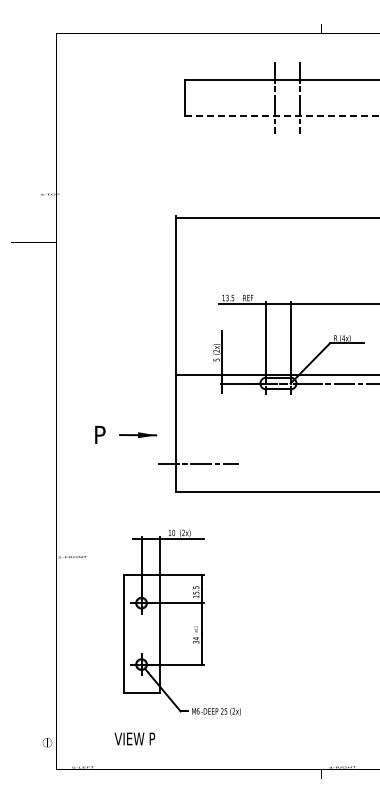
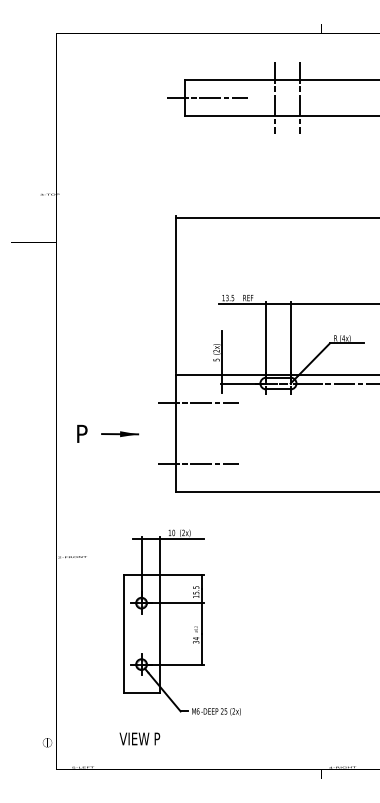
line at (207, 98): none -> present
line at (282, 116): dashed -> solid
line at (198, 402): none -> present
part at (126, 434) position: (126, 434) -> (108, 433)
text at (134, 738) position: (134, 738) -> (139, 738)
